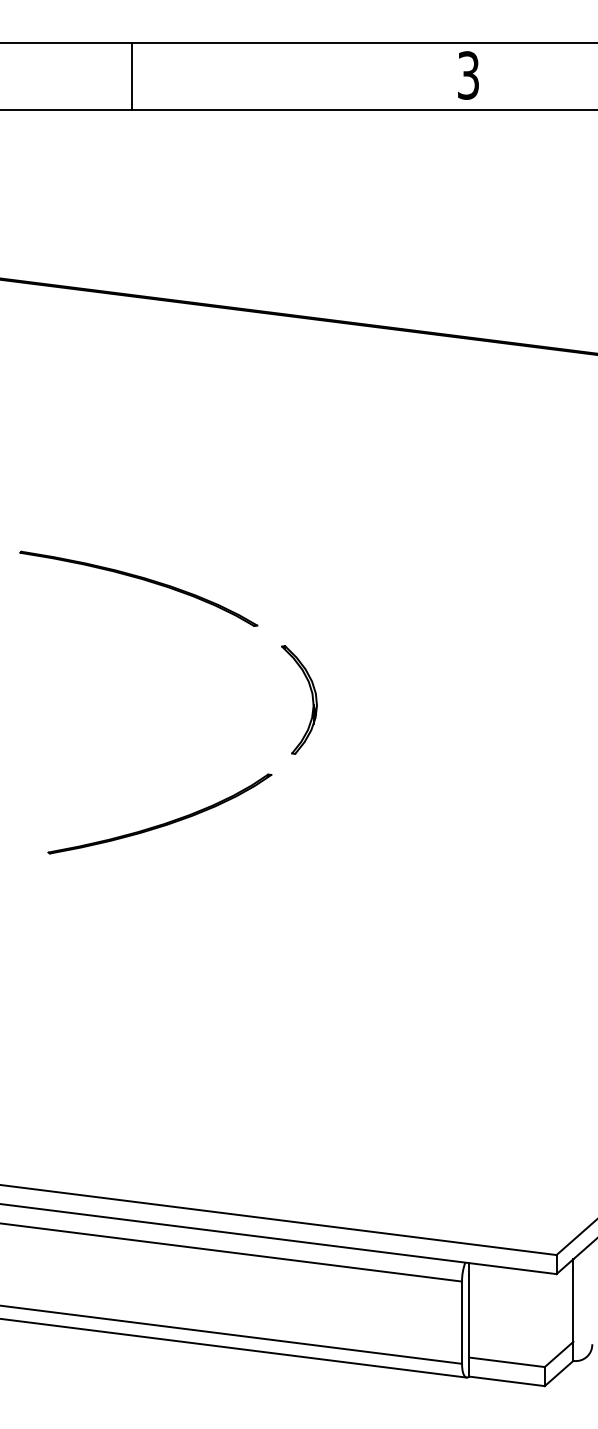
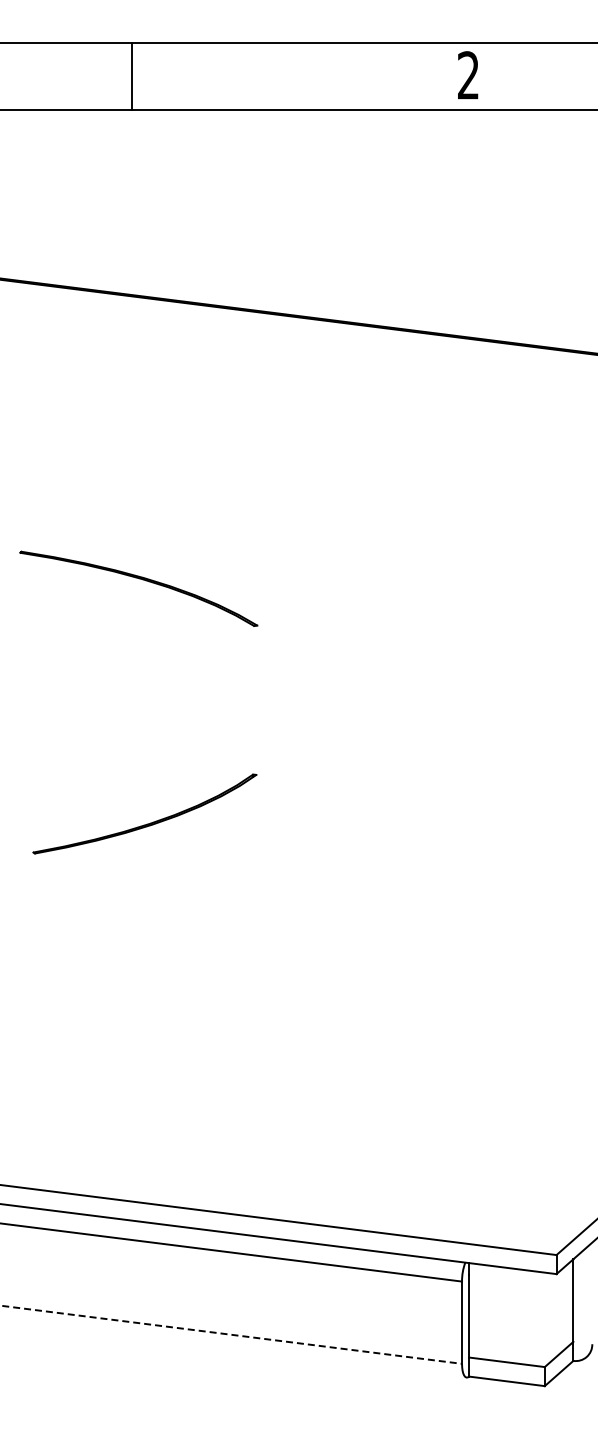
text at (468, 75): 3 -> 2
part at (311, 696): present -> none
part at (162, 823) position: (162, 823) -> (147, 823)
line at (231, 1334): solid -> dashed
line at (234, 1348): present -> none
